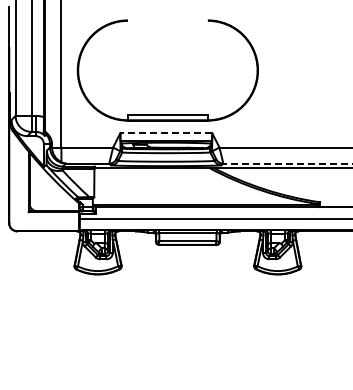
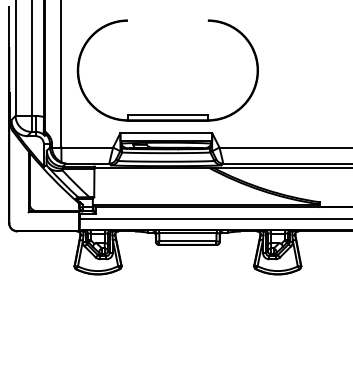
line at (166, 133): dashed -> solid
line at (288, 163): dashed -> solid
